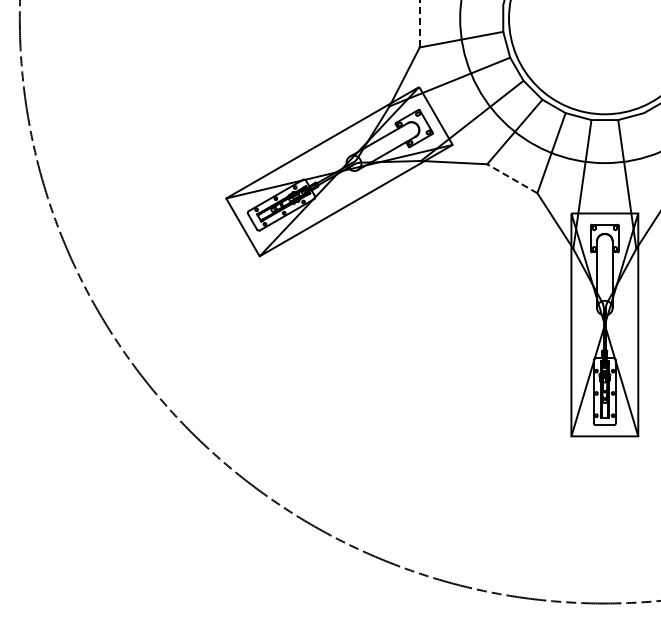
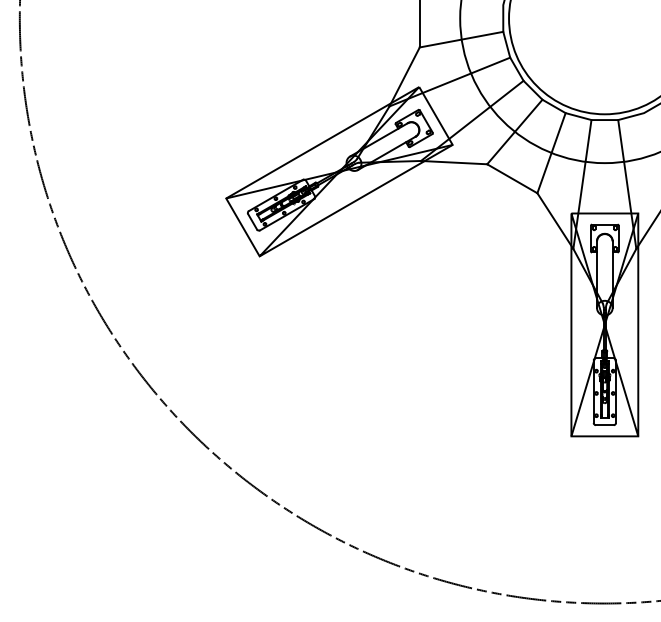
line at (419, 23): dashed -> solid
line at (512, 178): dashed -> solid
